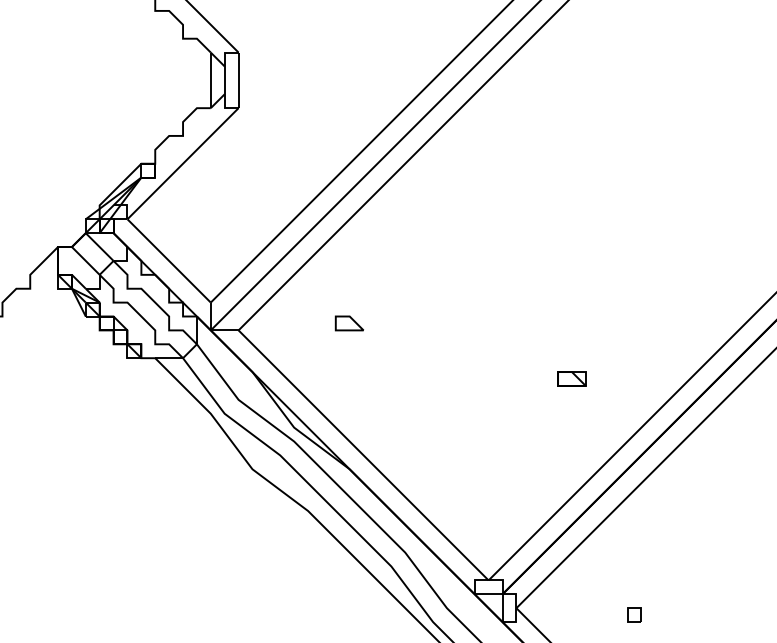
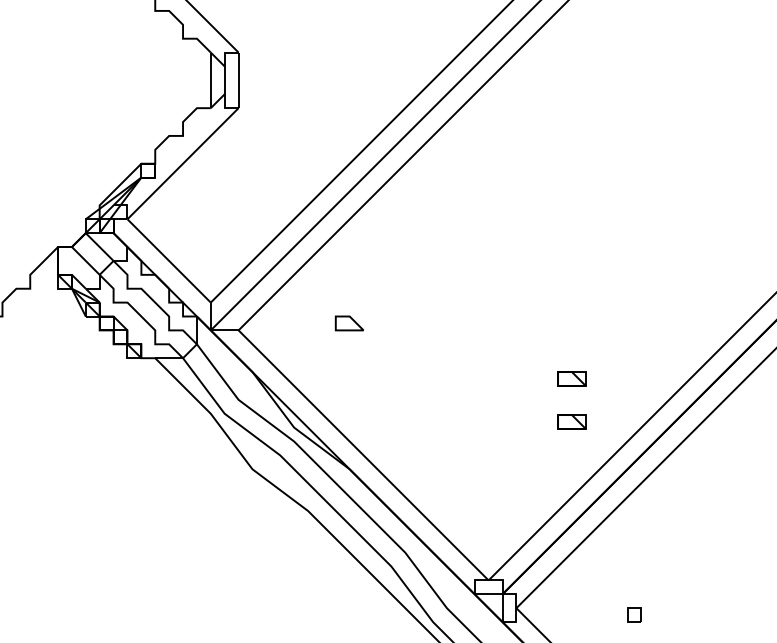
part at (571, 421): none -> present
